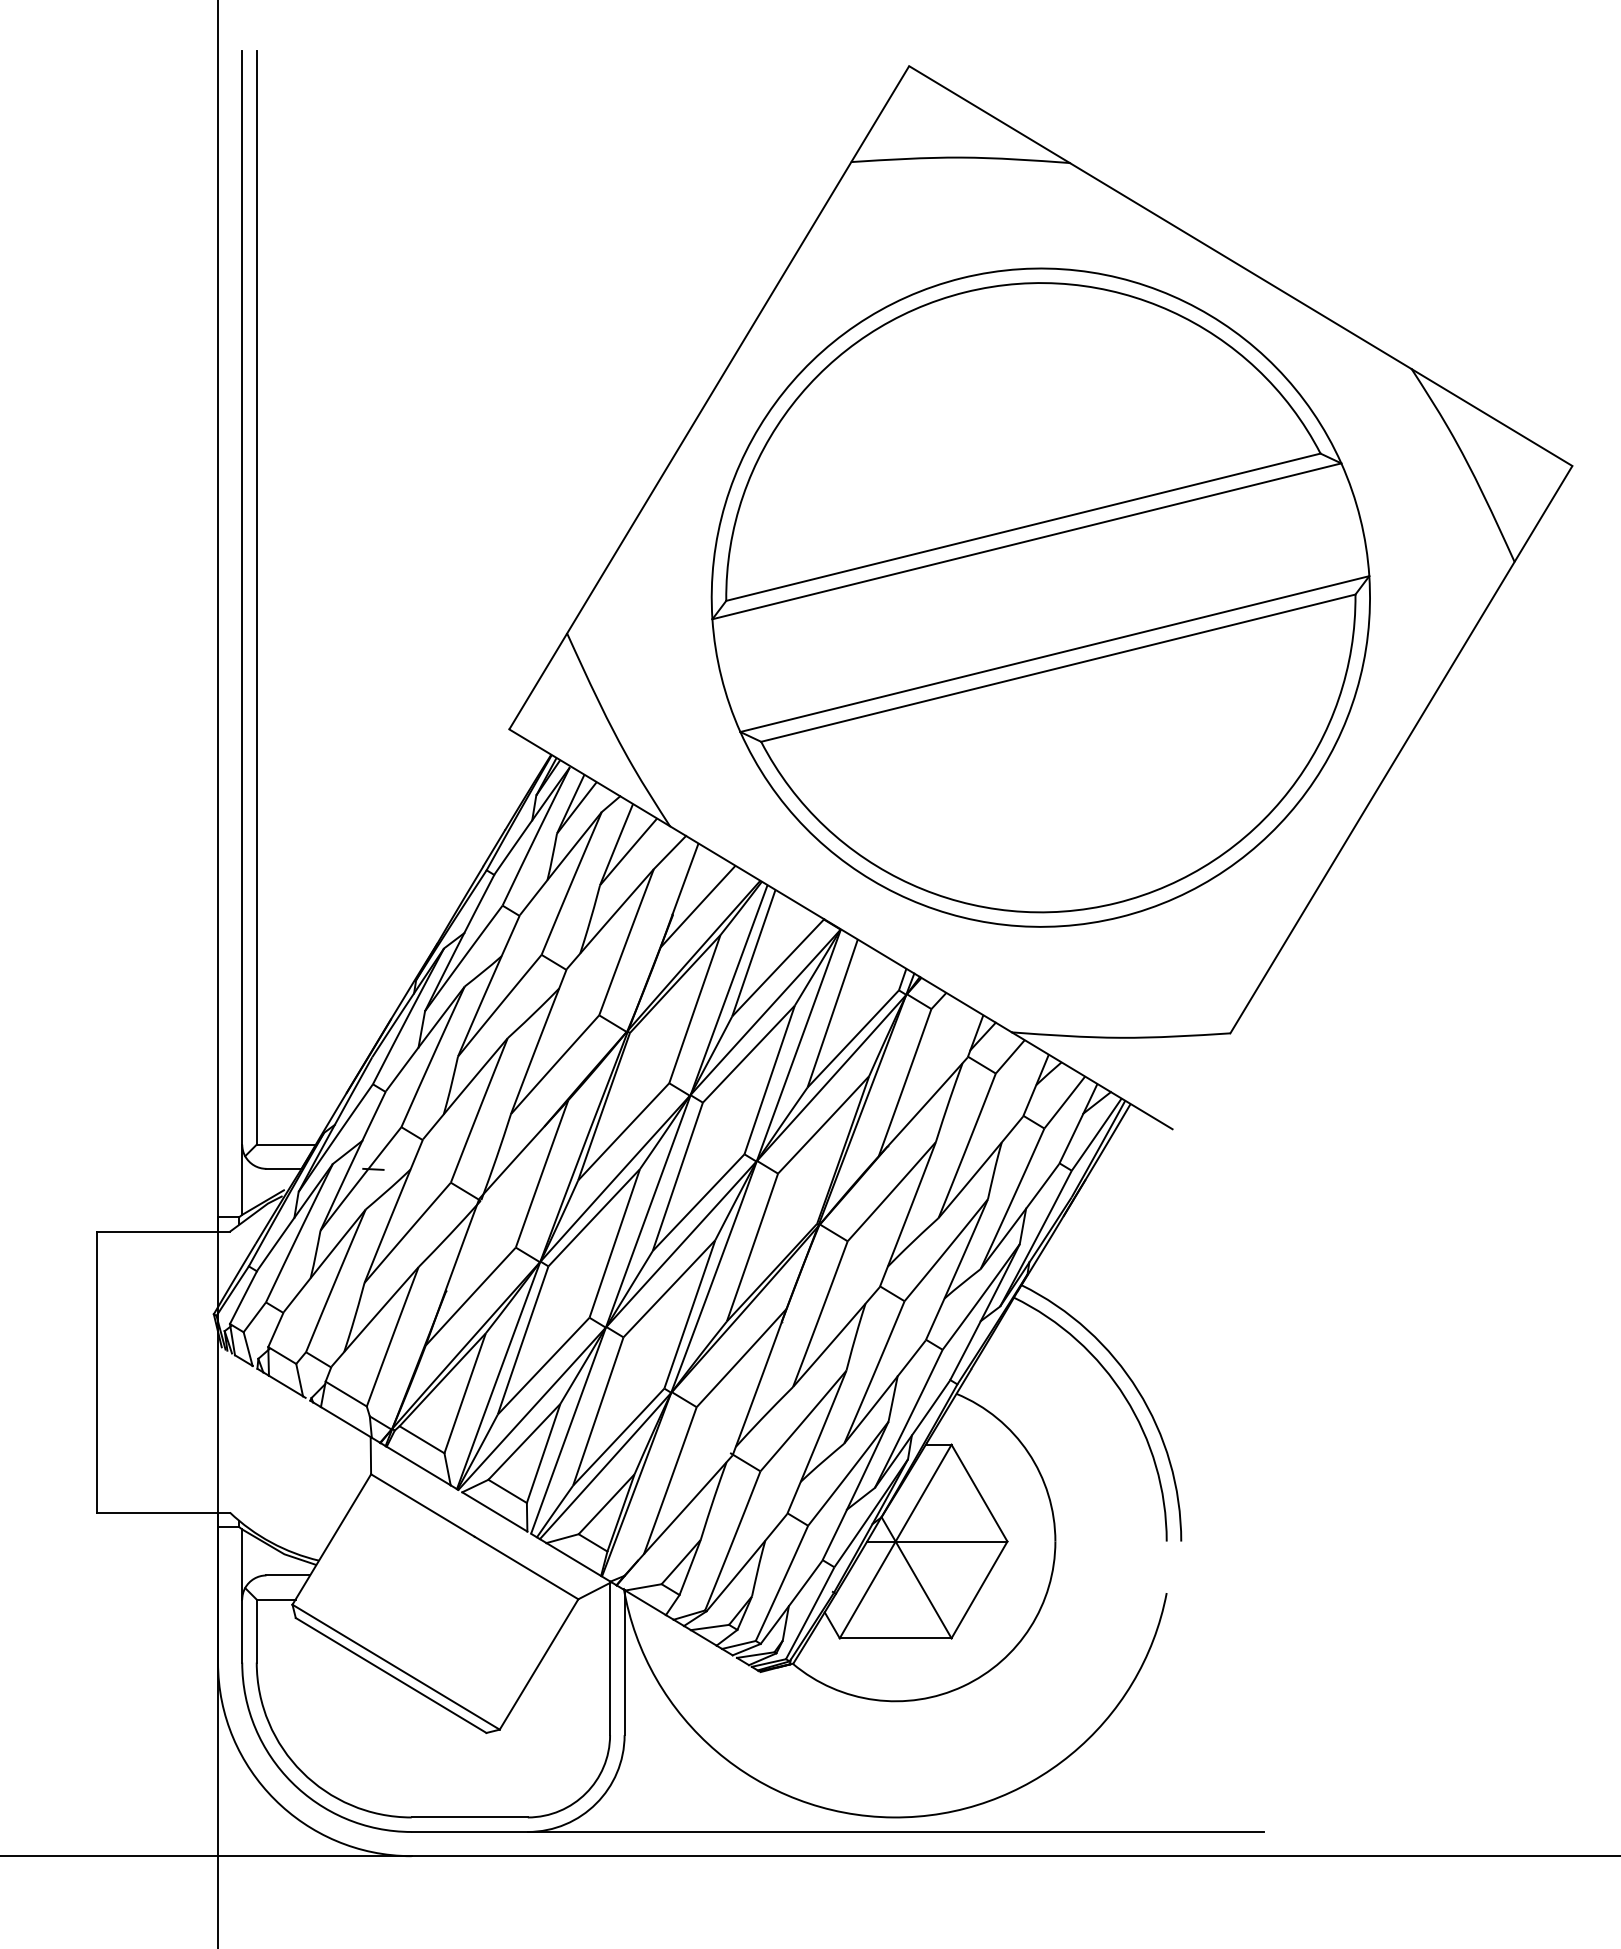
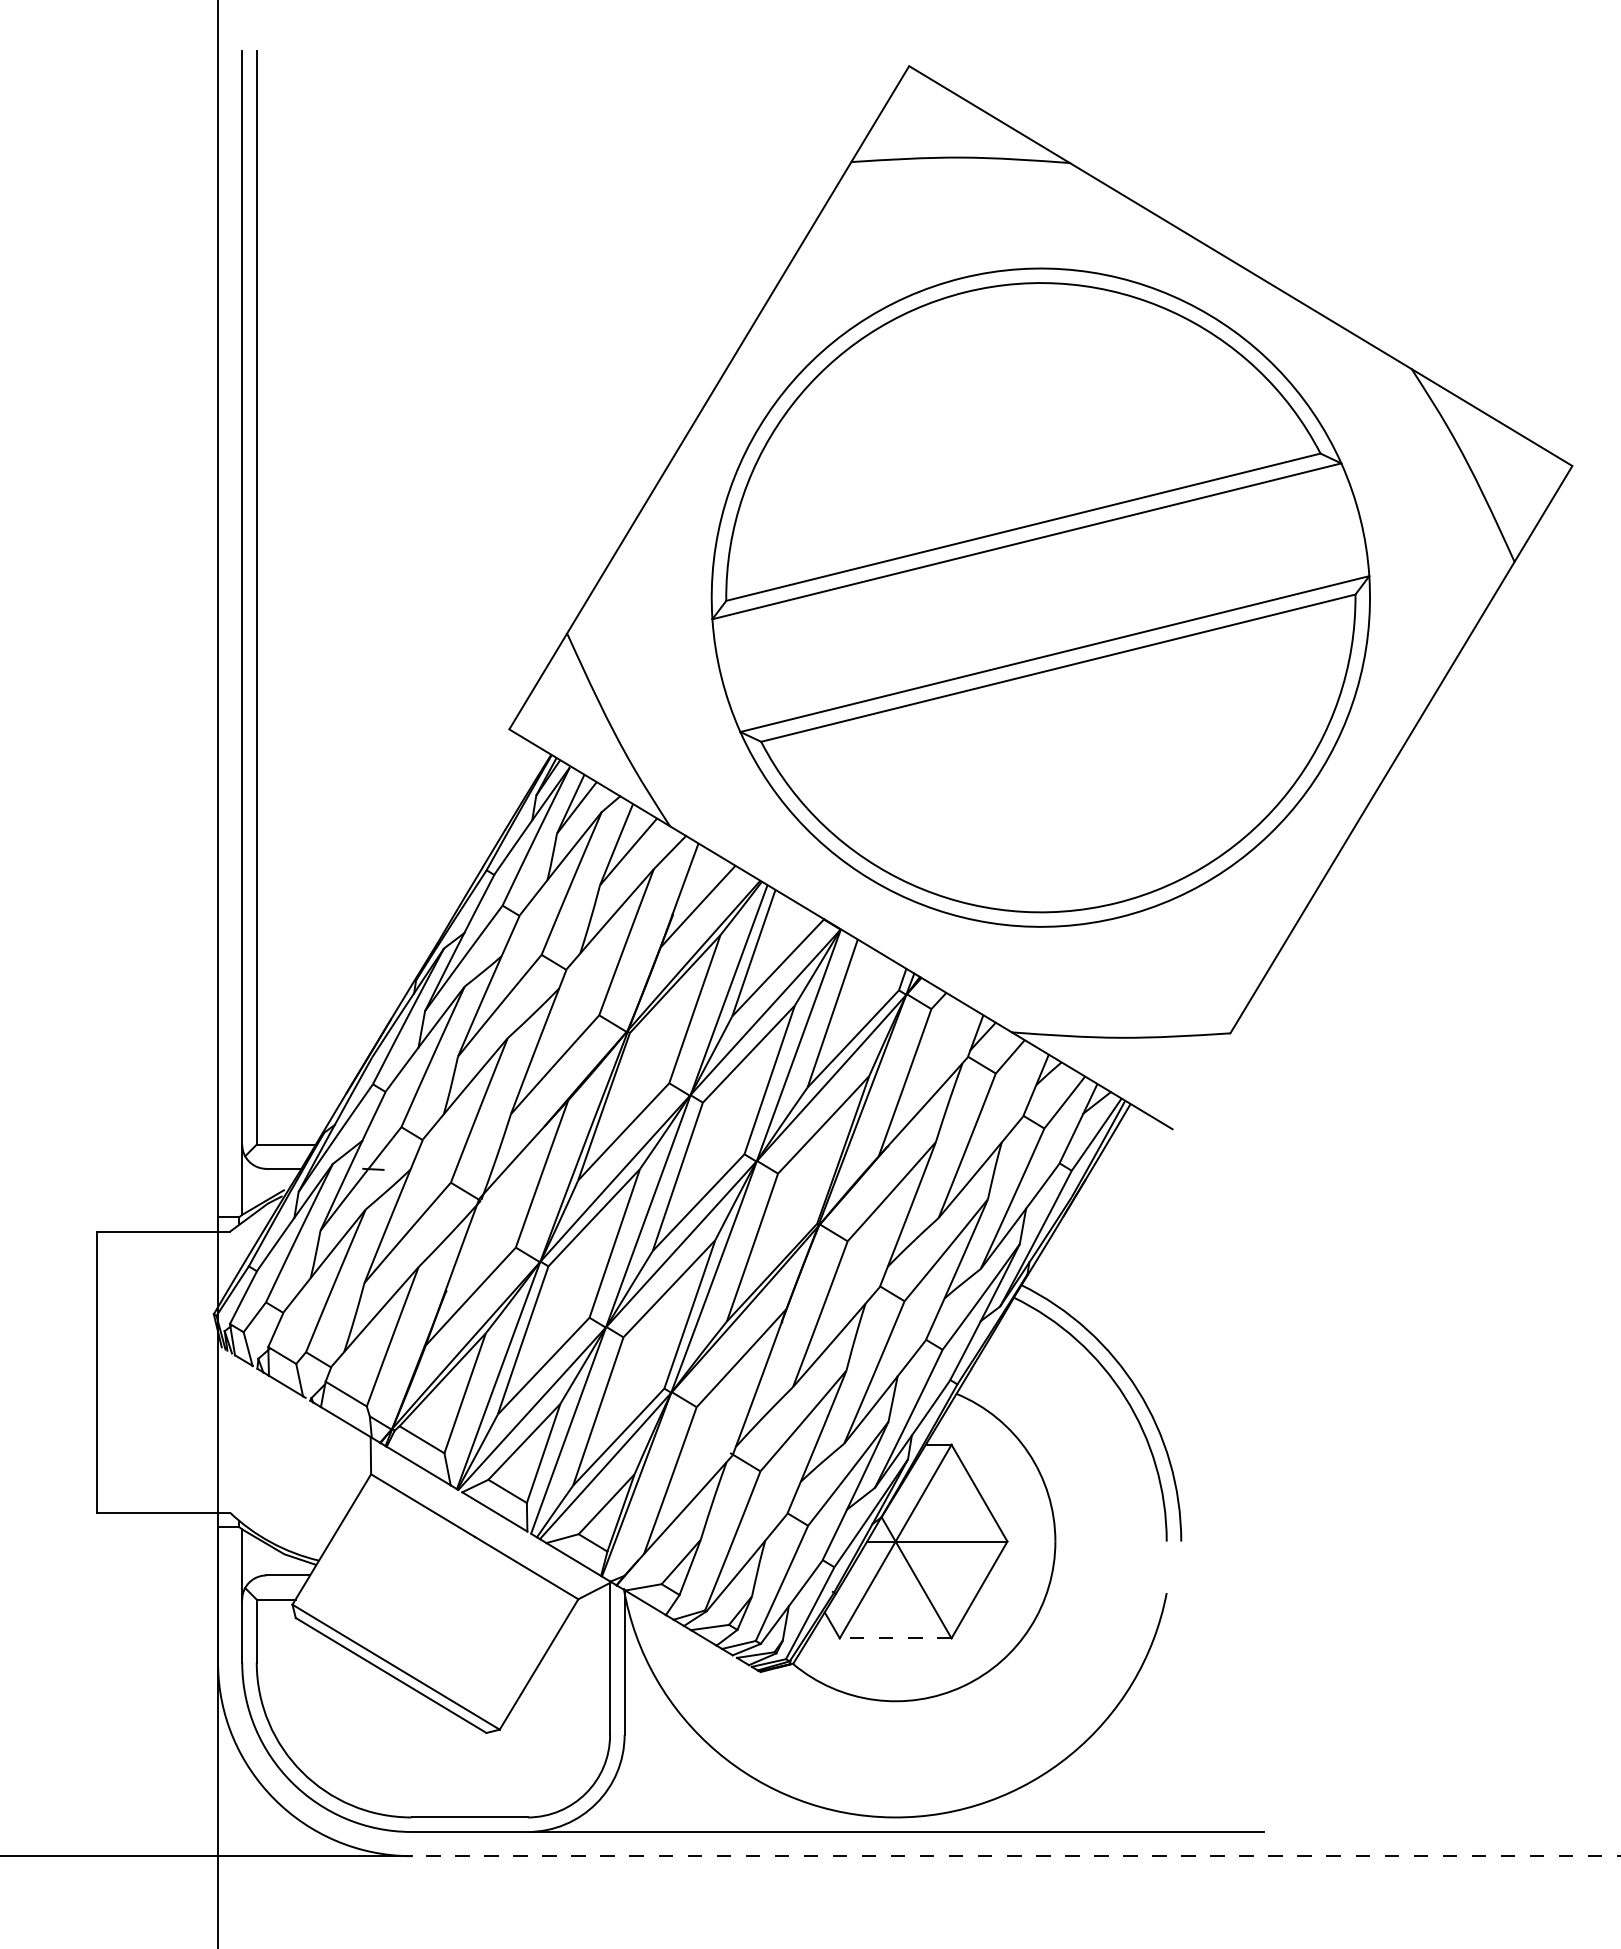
line at (895, 1638): solid -> dashed
line at (1015, 1856): solid -> dashed
